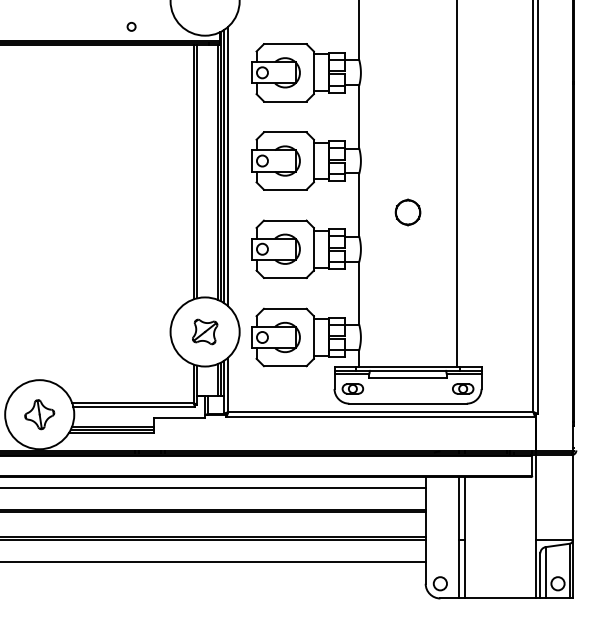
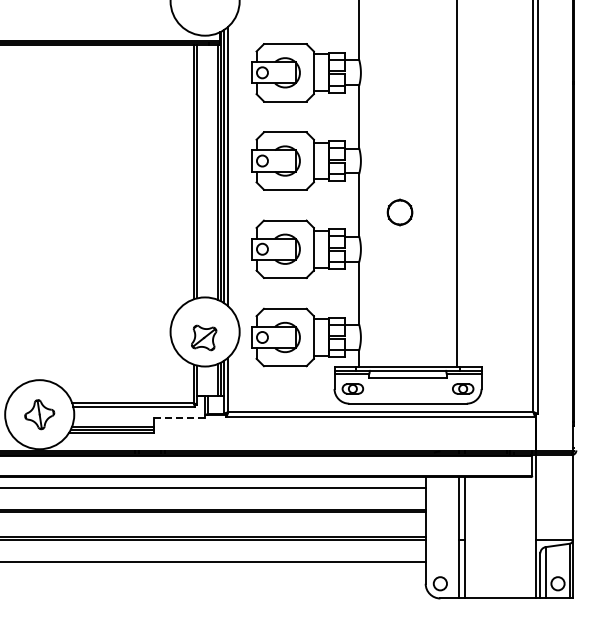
circle at (131, 26): present -> none
part at (407, 212) position: (407, 212) -> (399, 212)
part at (205, 331) position: (205, 331) -> (204, 337)
line at (179, 418): solid -> dashed
